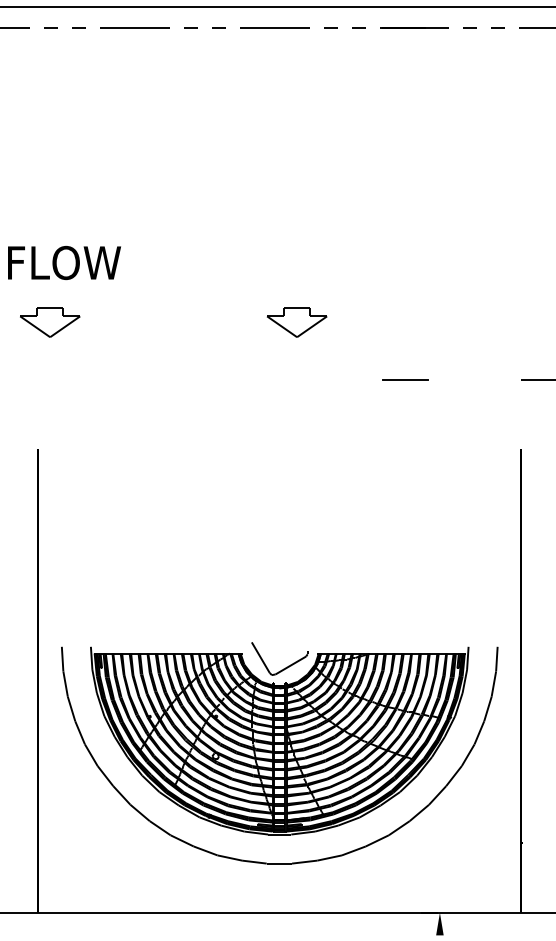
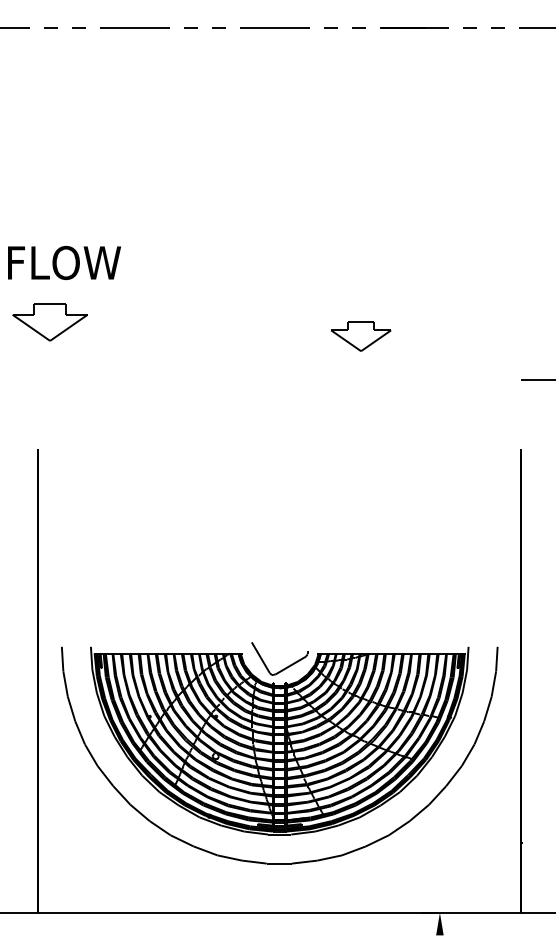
line at (277, 6): present -> none
part at (50, 322) size: 61x31 px -> 76x39 px
part at (297, 322) position: (297, 322) -> (361, 336)
line at (405, 380): present -> none
